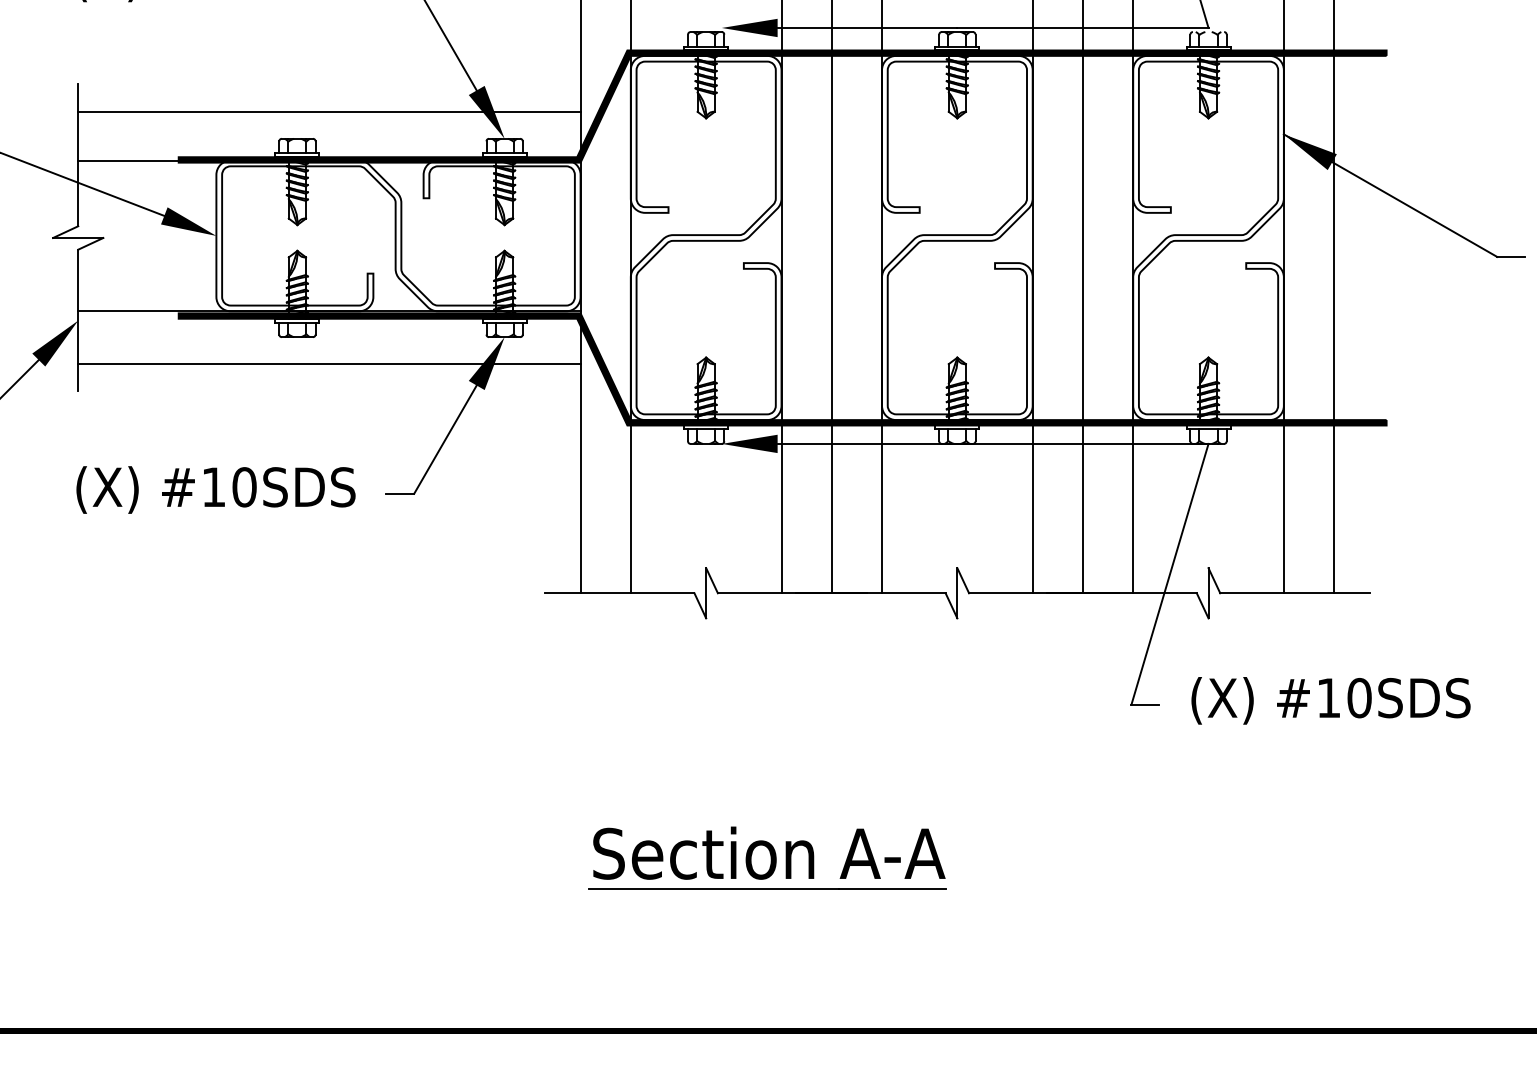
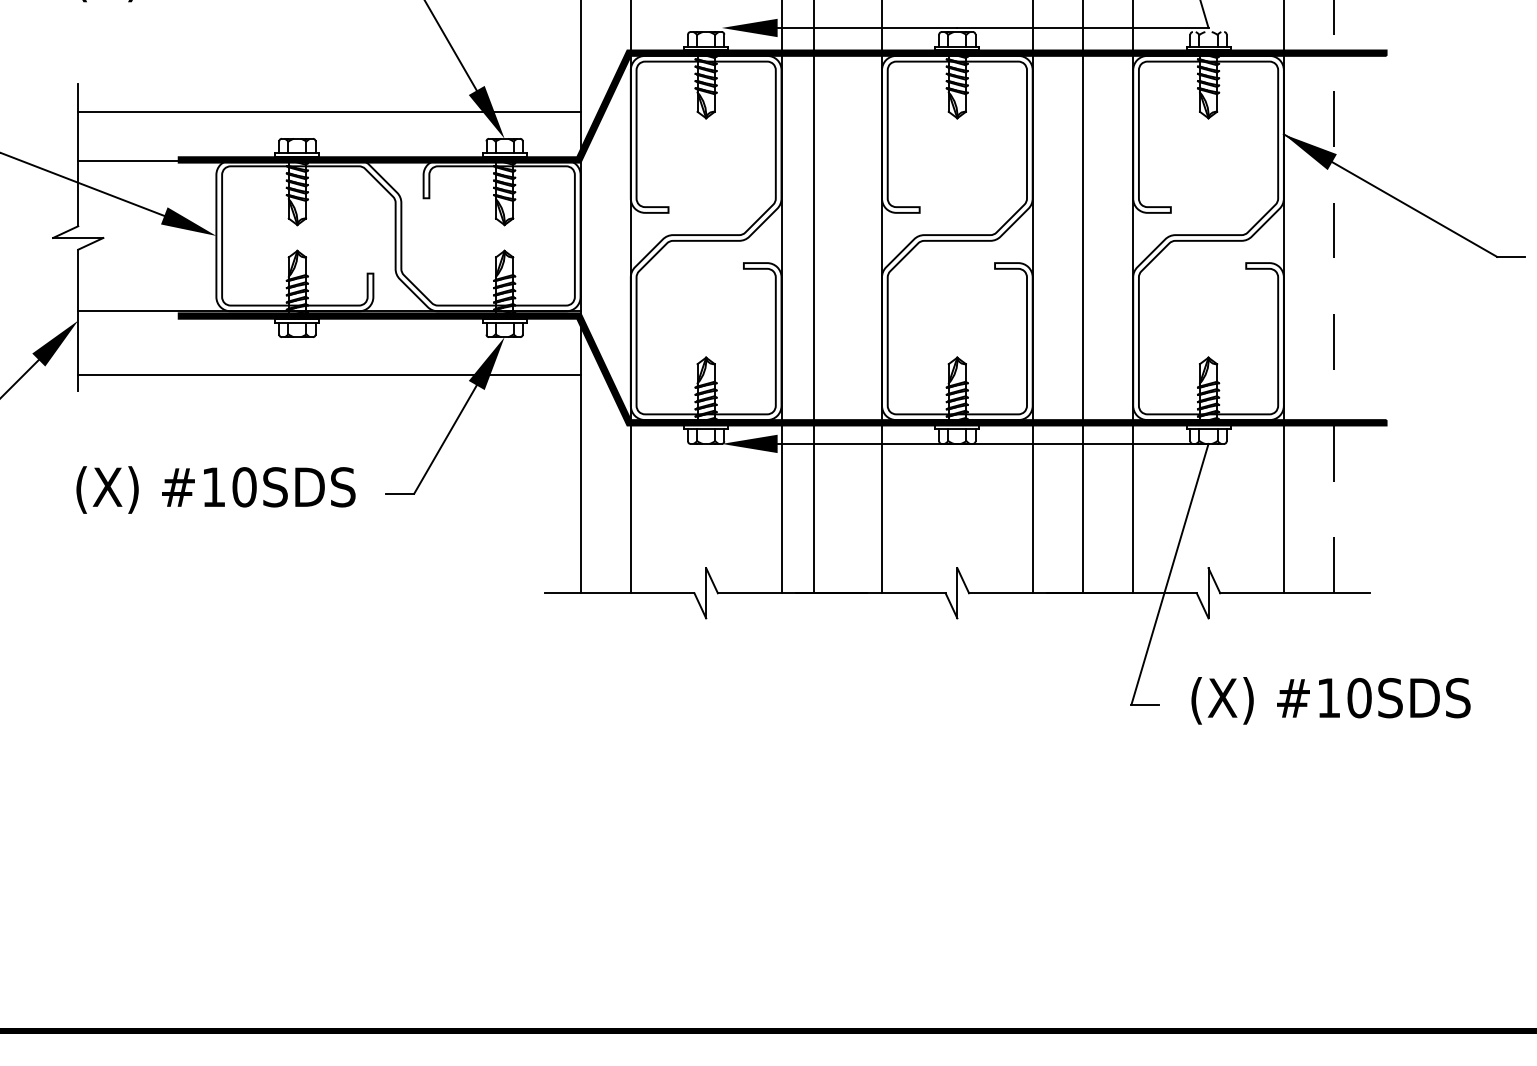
line at (1334, 296): solid -> dashed
line at (831, 297) position: (831, 297) -> (813, 297)
line at (329, 363) position: (329, 363) -> (329, 374)
part at (767, 857): present -> none
